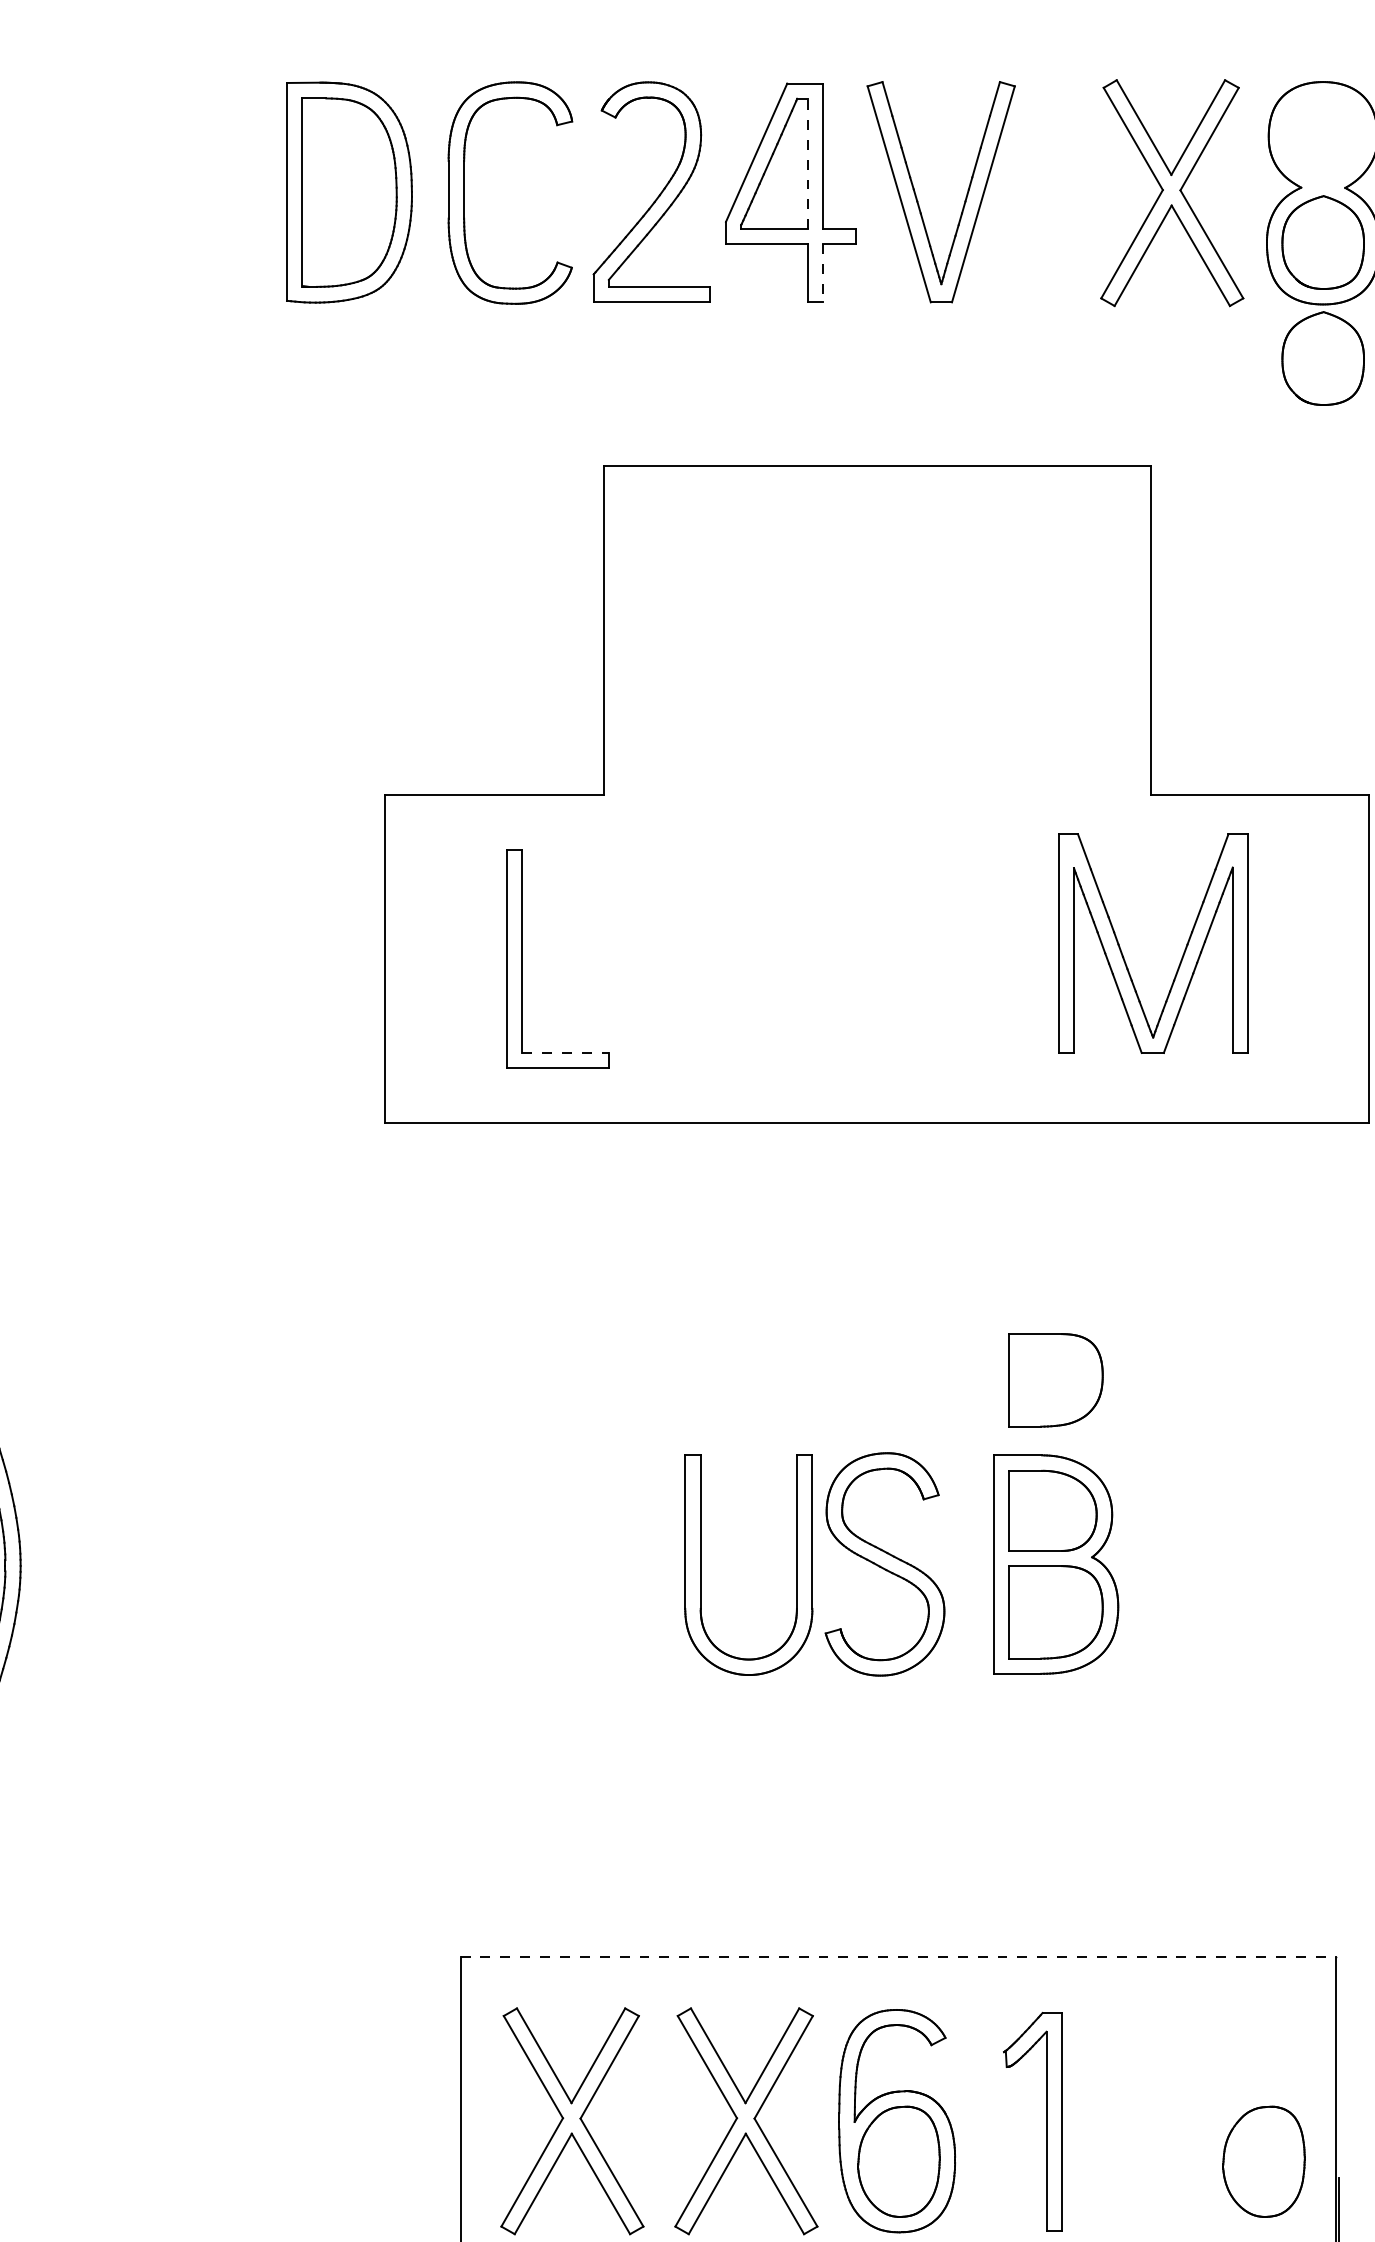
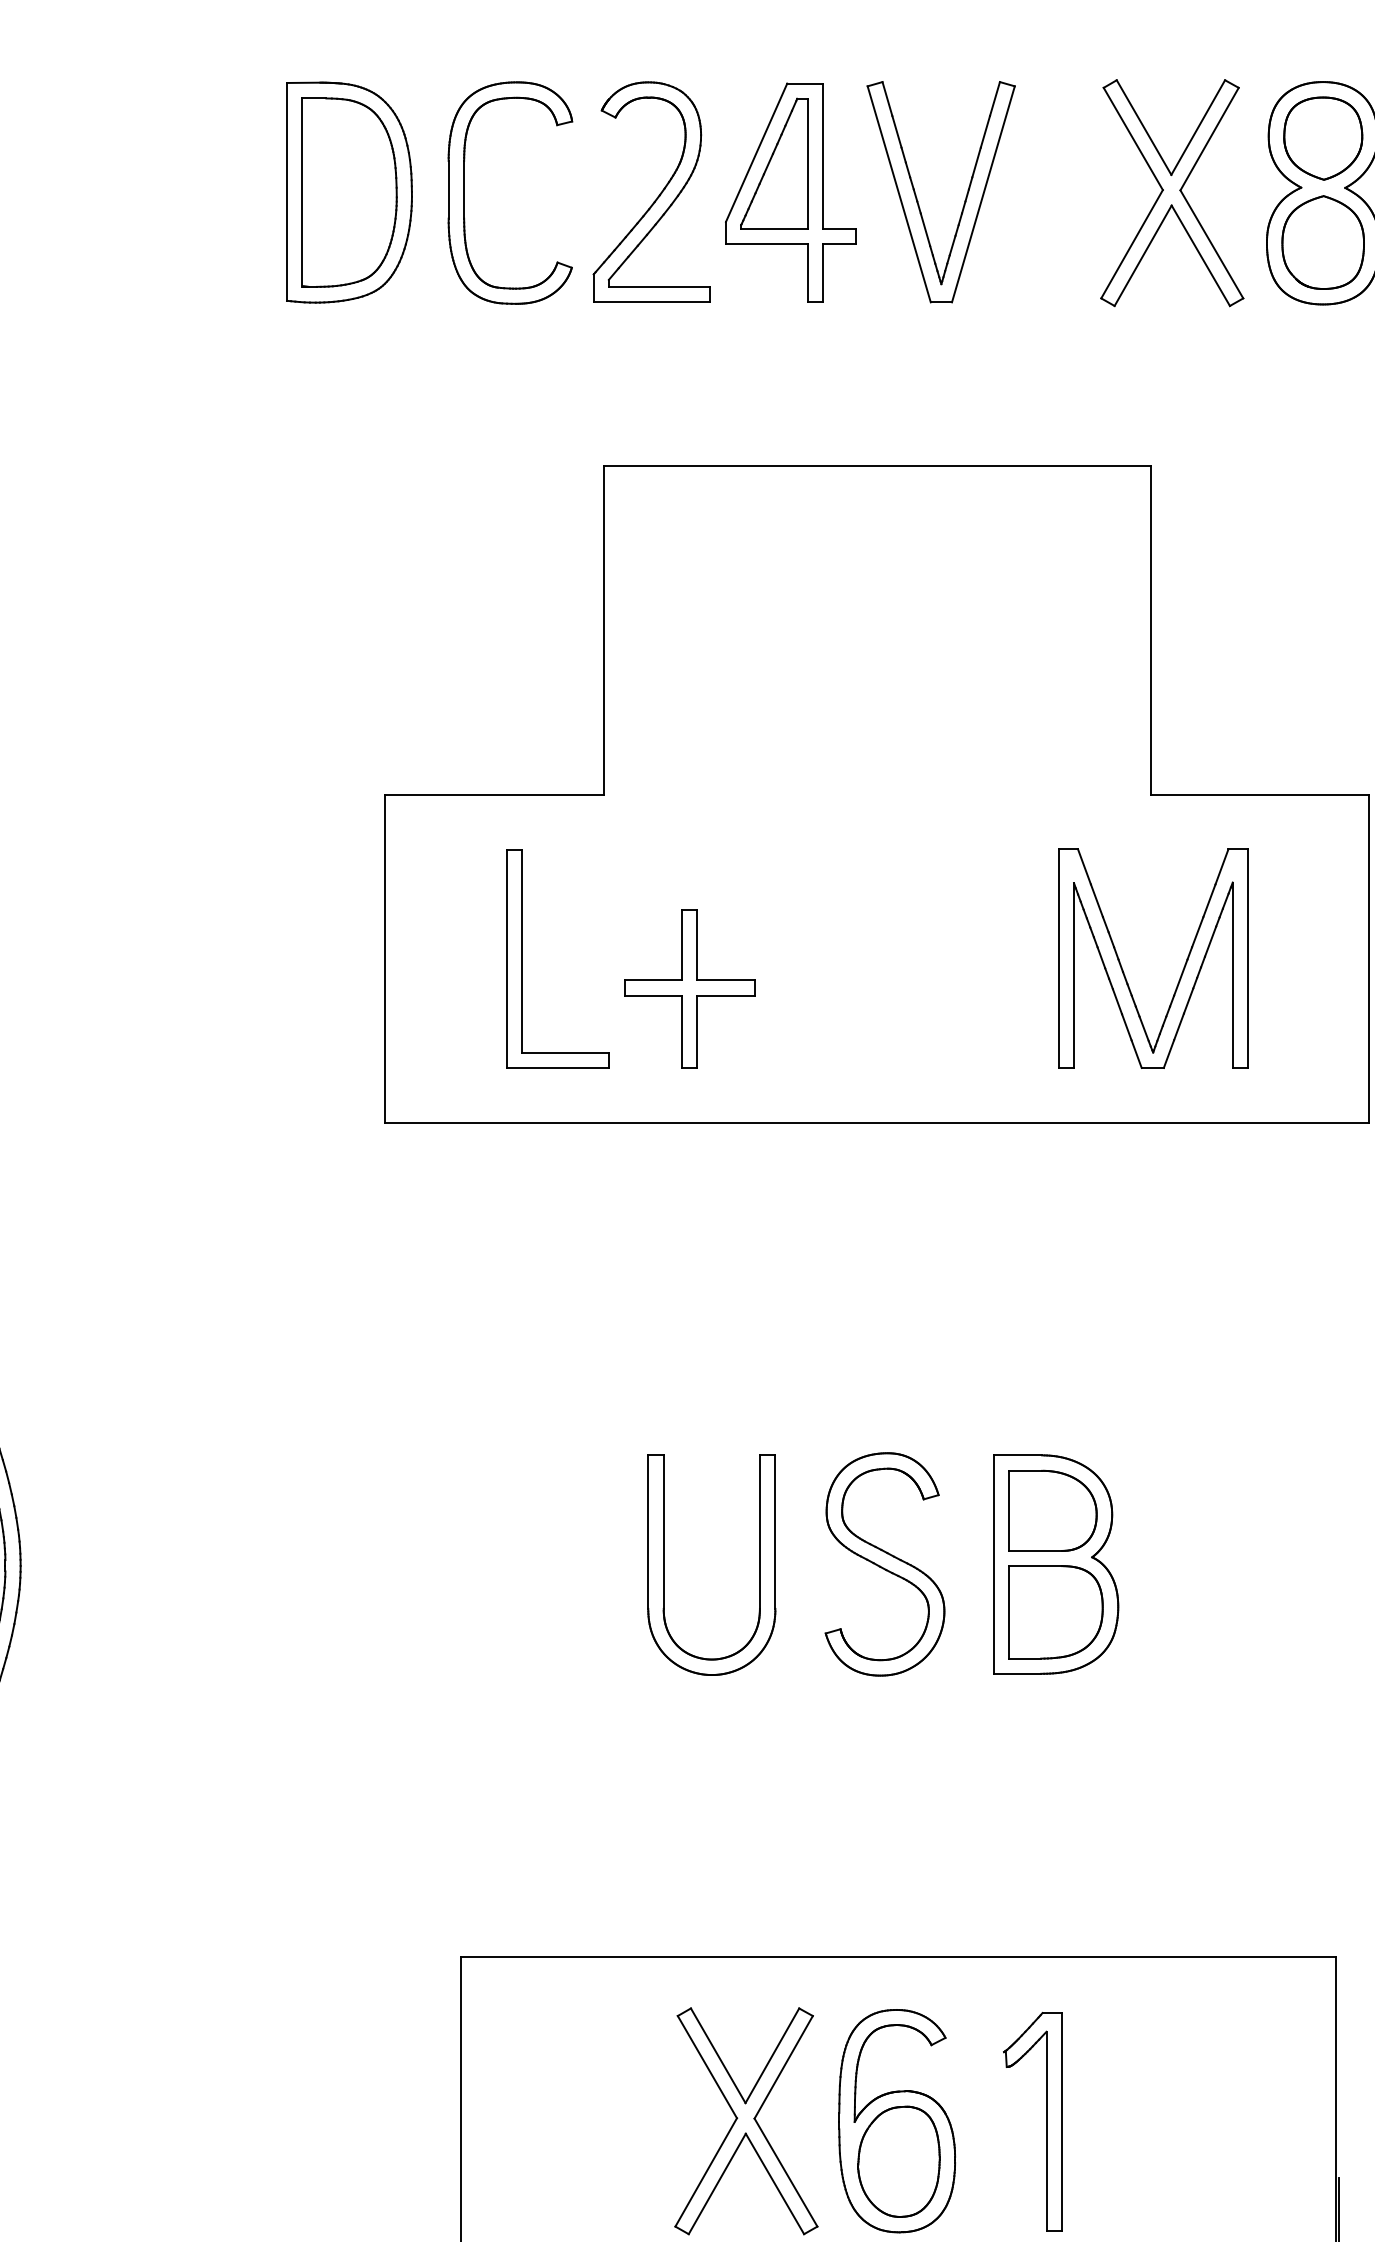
part at (1323, 138): none -> present
line at (807, 163): dashed -> solid
line at (823, 273): dashed -> solid
part at (1322, 358): present -> none
part at (1182, 954) position: (1182, 954) -> (1182, 969)
part at (689, 988): none -> present
line at (566, 1052): dashed -> solid
part at (1055, 1380): present -> none
part at (701, 1564) position: (701, 1564) -> (664, 1564)
line at (898, 1957): dashed -> solid
part at (572, 2121): present -> none
part at (1263, 2161): present -> none
